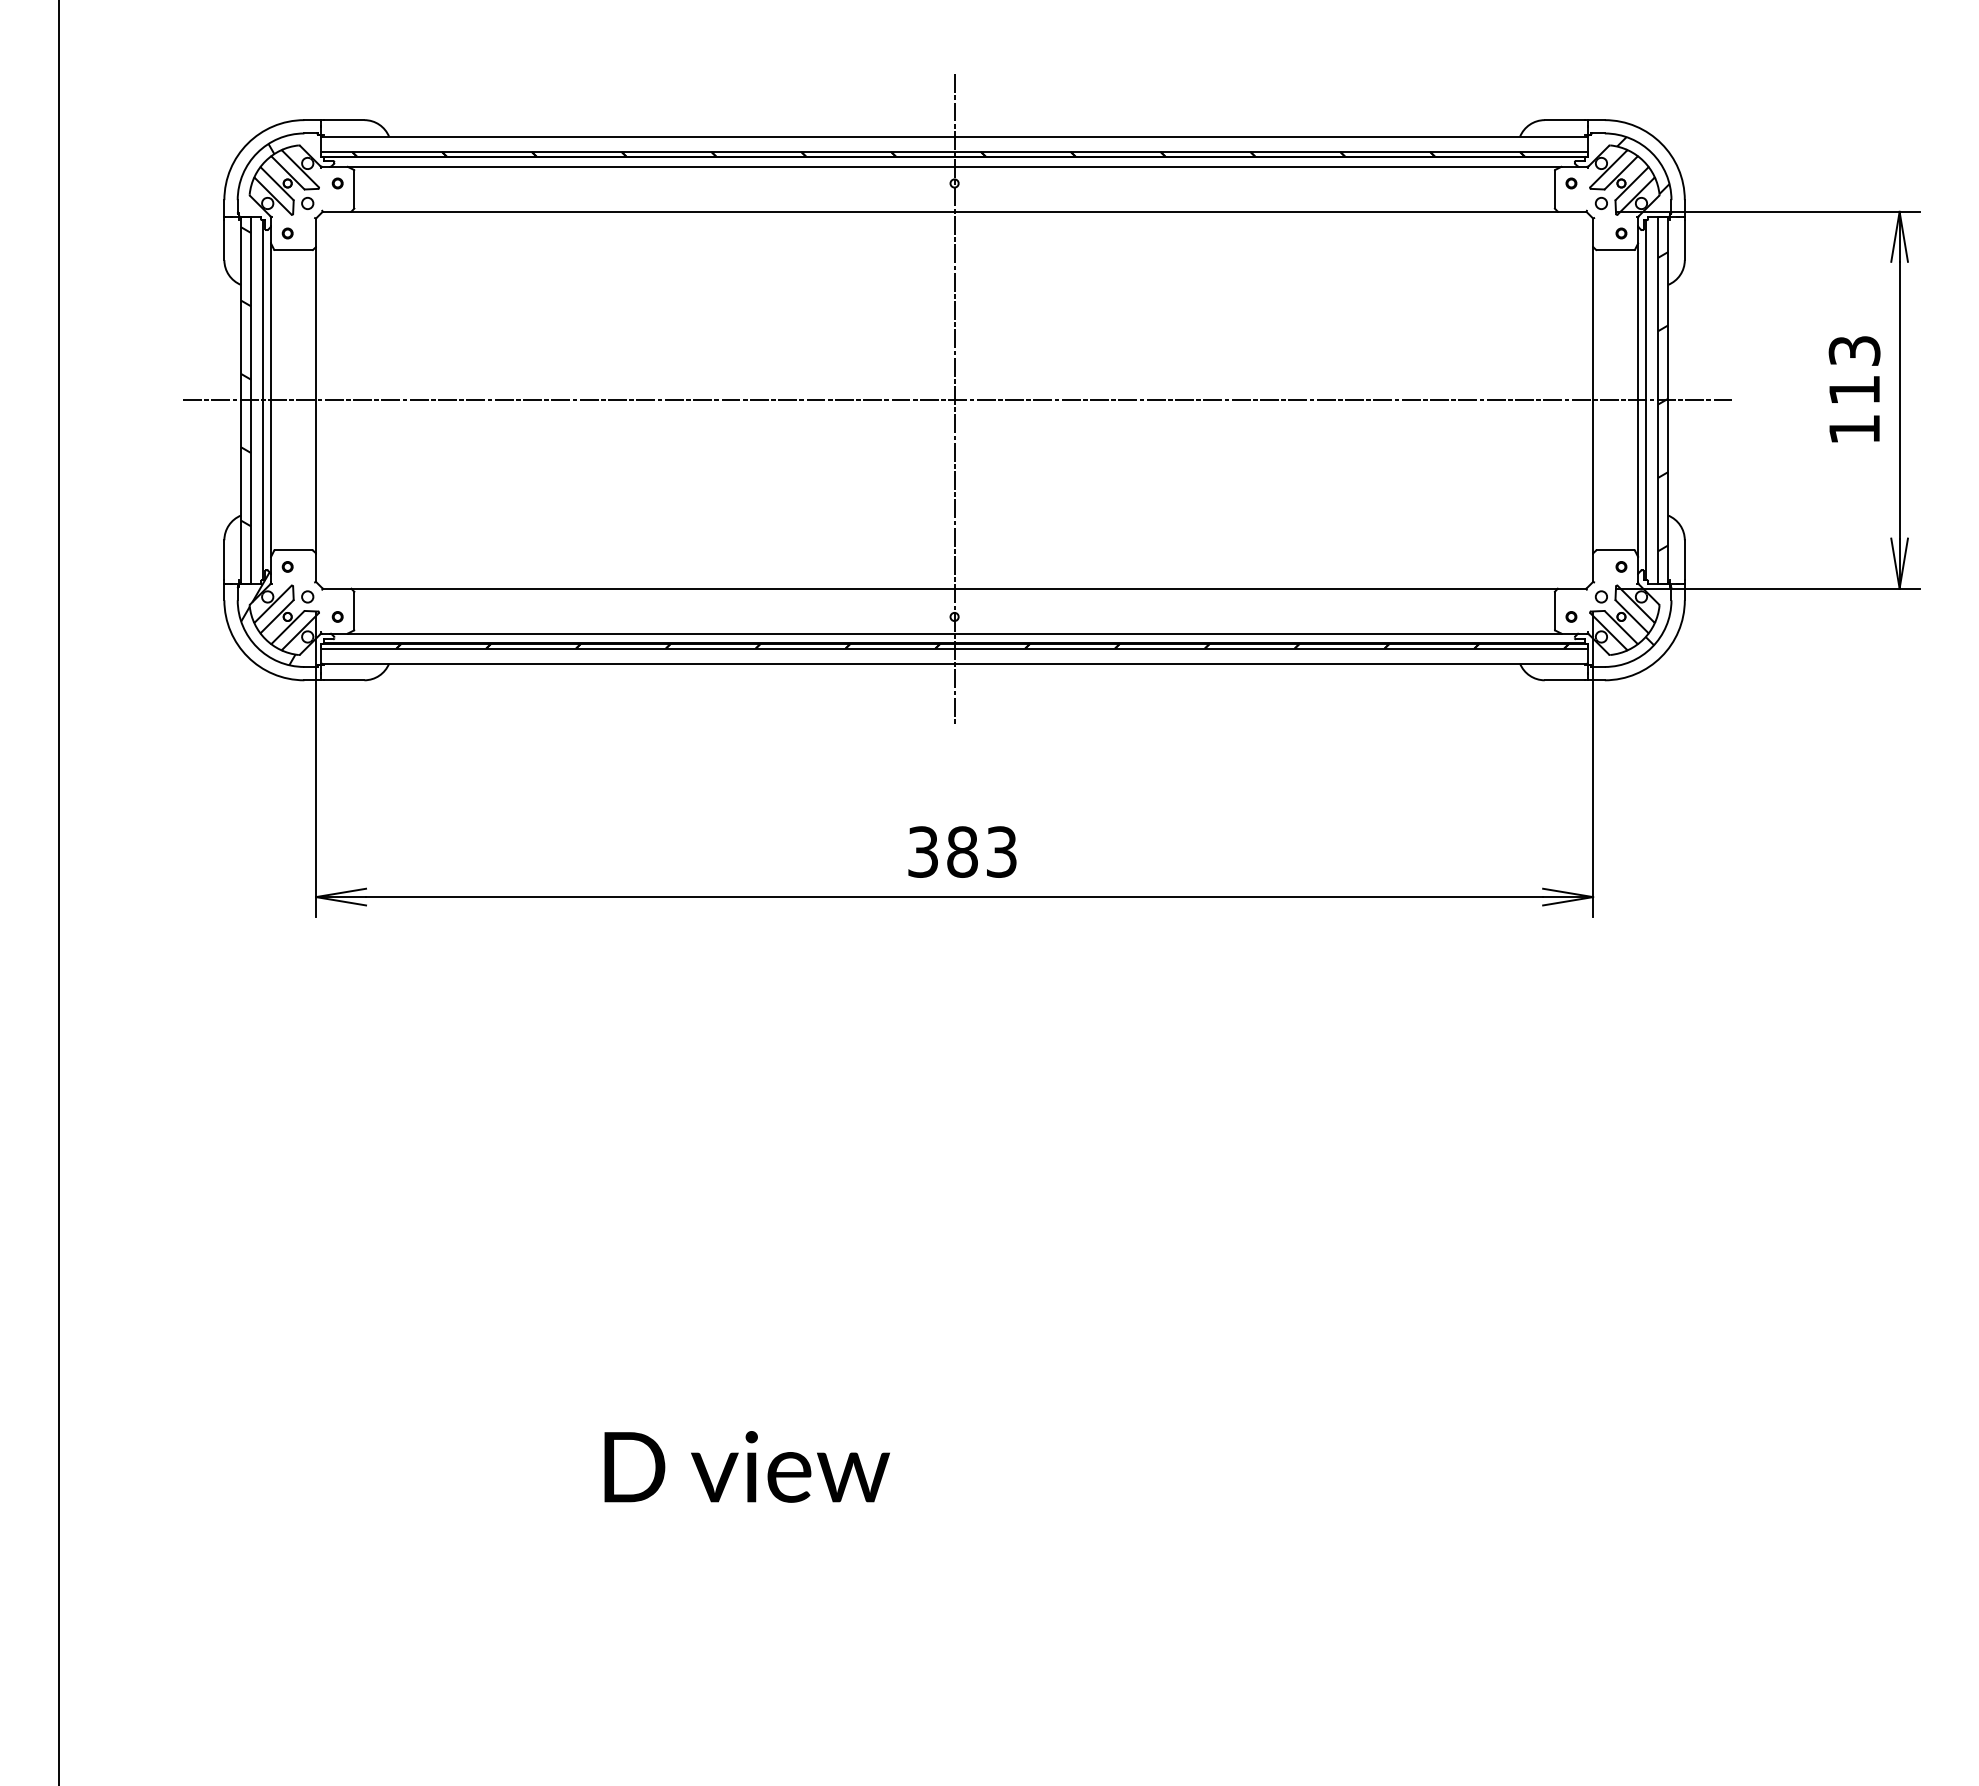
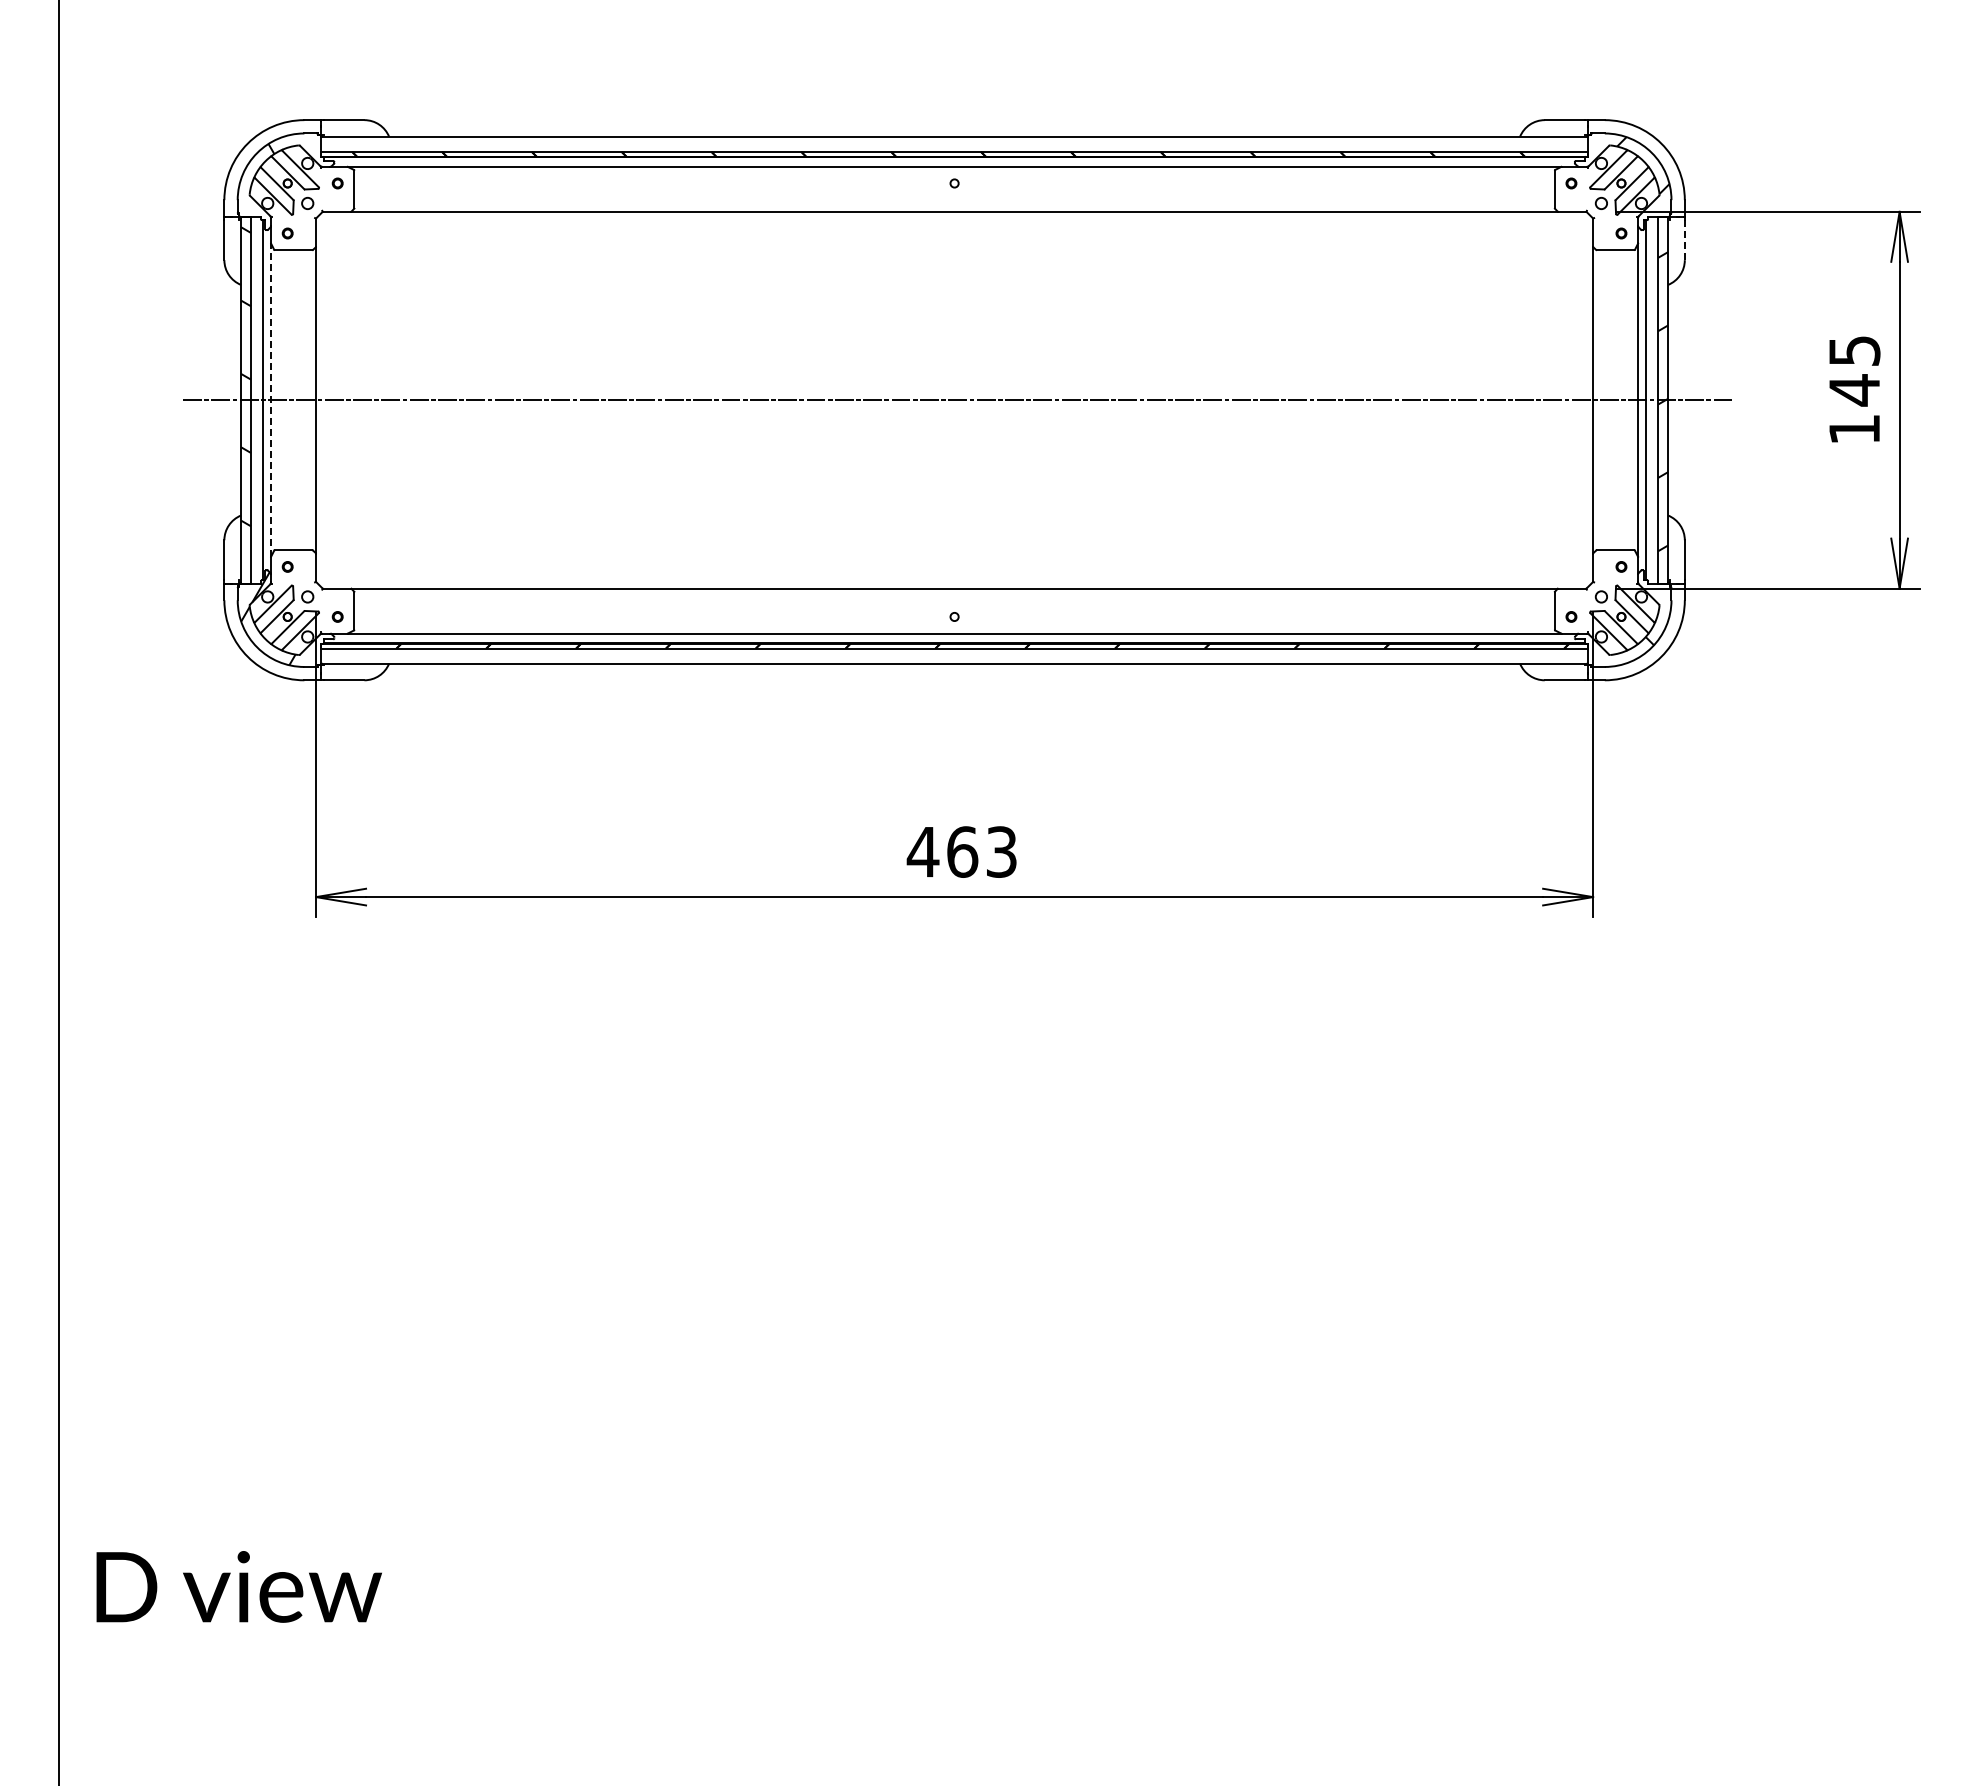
line at (1684, 240): solid -> dashed
text at (1853, 371): 113 -> 145
line at (954, 399): present -> none
line at (271, 400): solid -> dashed
text at (942, 851): 383 -> 463
text at (746, 1466) position: (746, 1466) -> (238, 1586)
